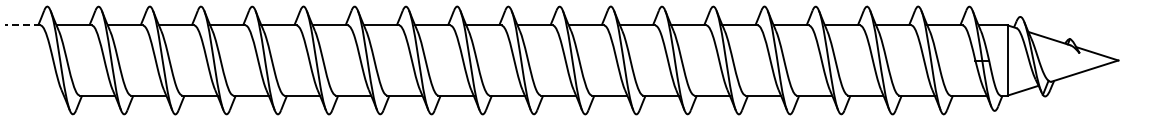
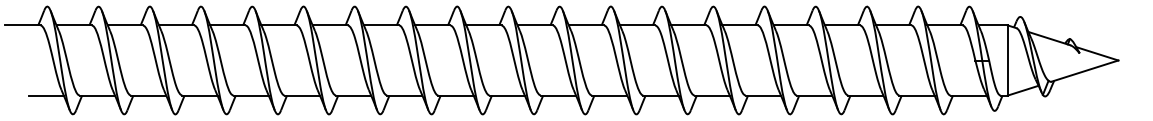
line at (22, 25): dashed -> solid
line at (45, 95): none -> present
